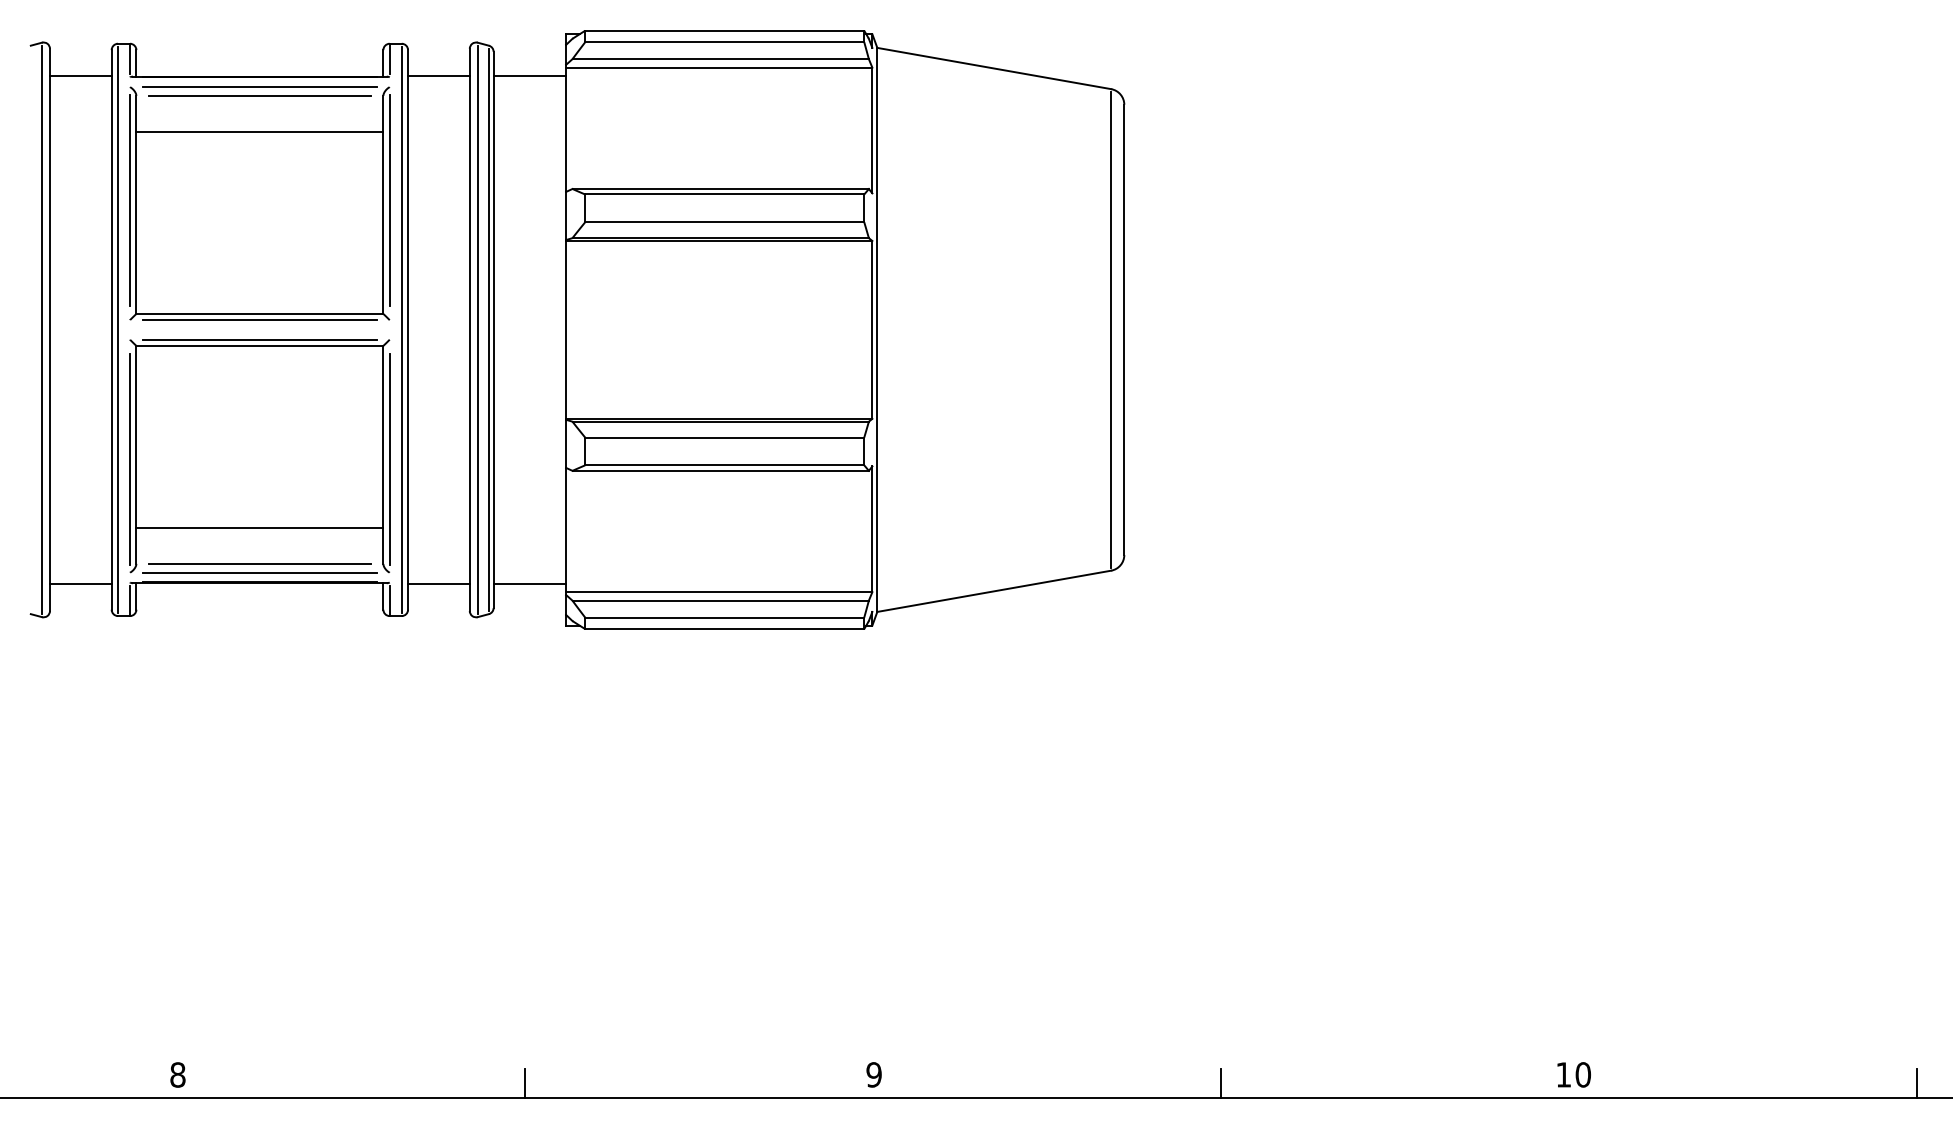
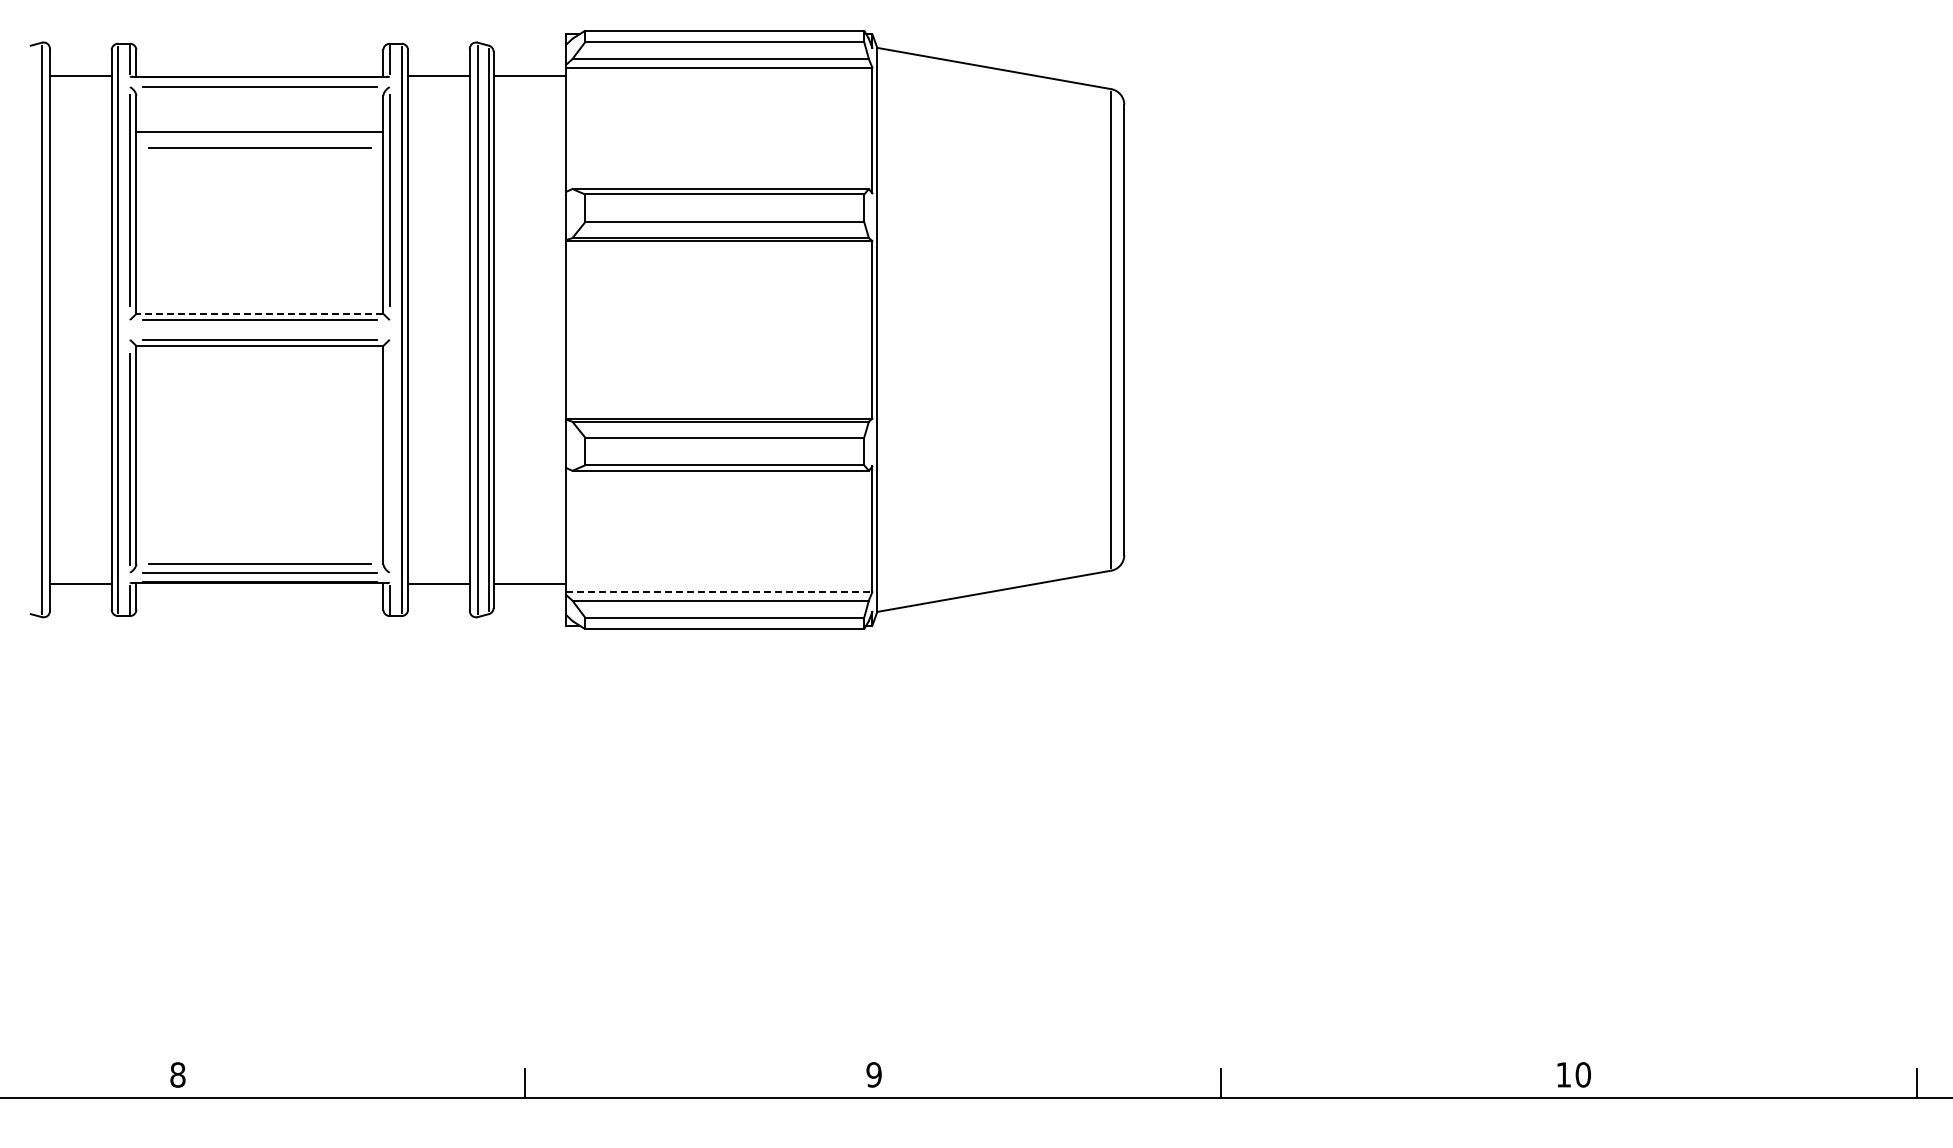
line at (259, 95) position: (259, 95) -> (259, 147)
line at (259, 314): solid -> dashed
line at (389, 459): present -> none
line at (259, 528): present -> none
line at (719, 592): solid -> dashed
